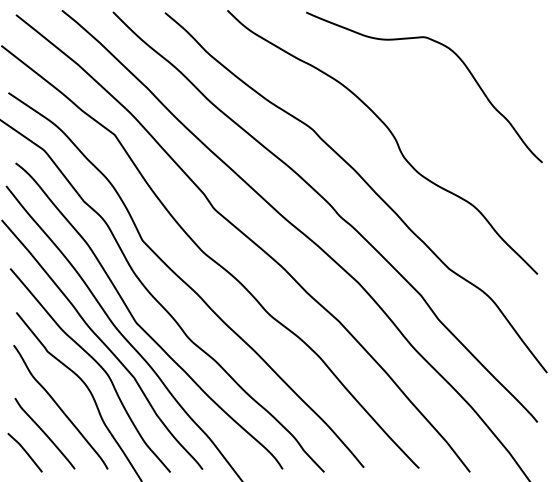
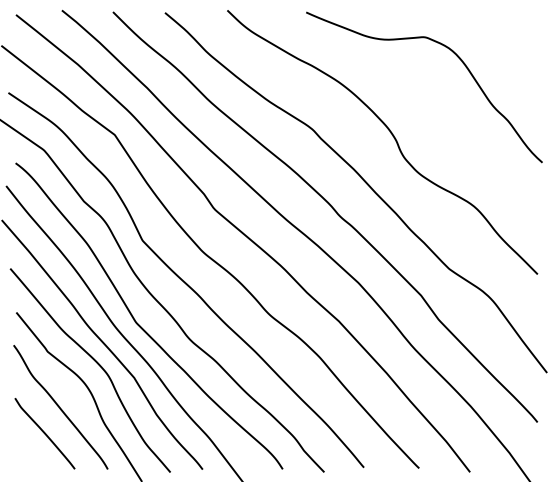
curve at (24, 451): present -> none
